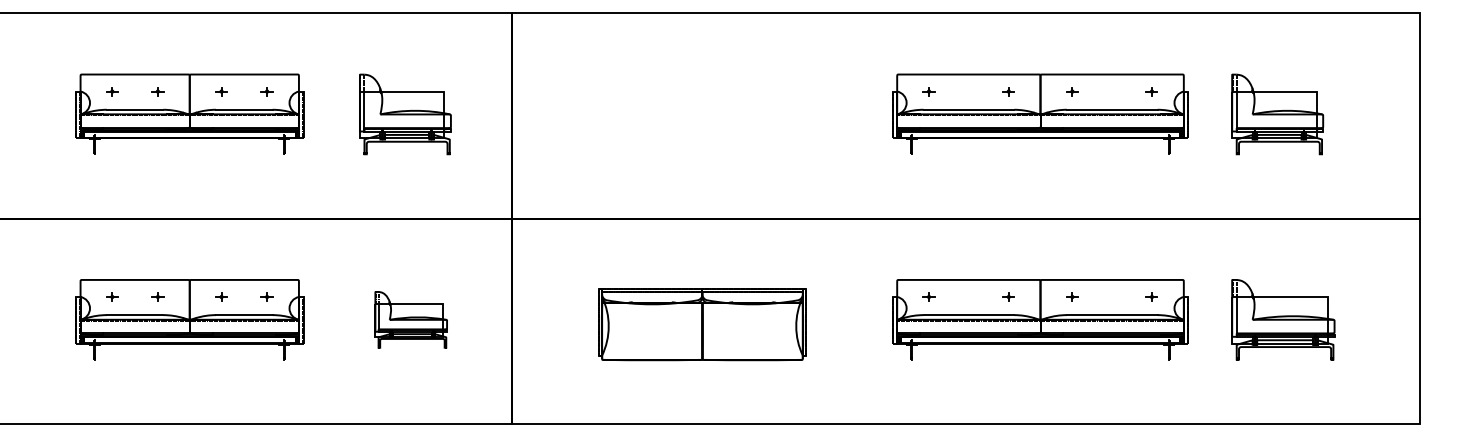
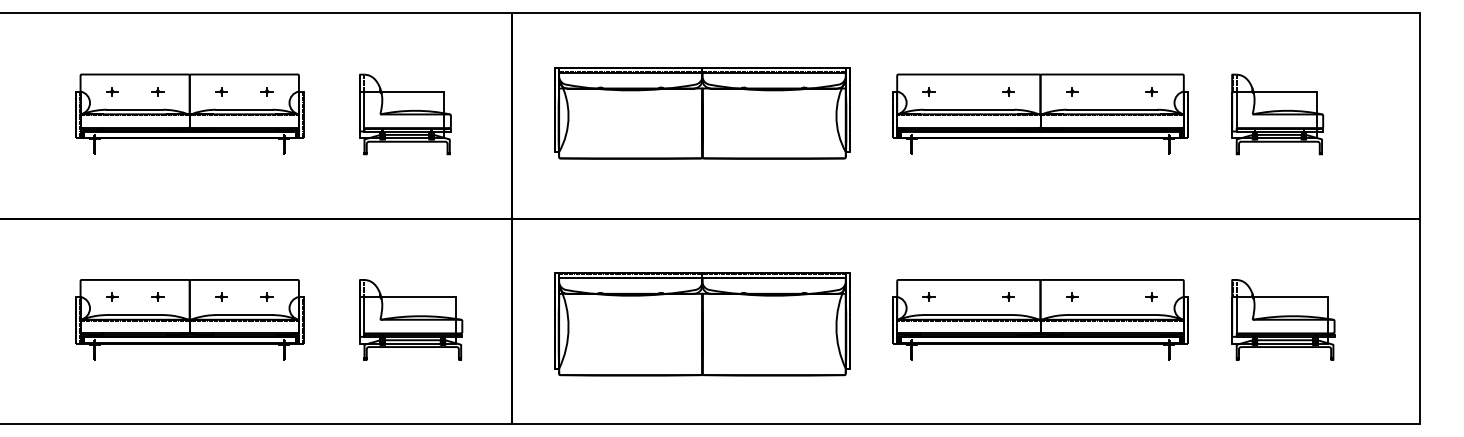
part at (702, 113): none -> present
part at (410, 319) size: 74x58 px -> 105x82 px
part at (702, 324) size: 209x74 px -> 297x105 px
